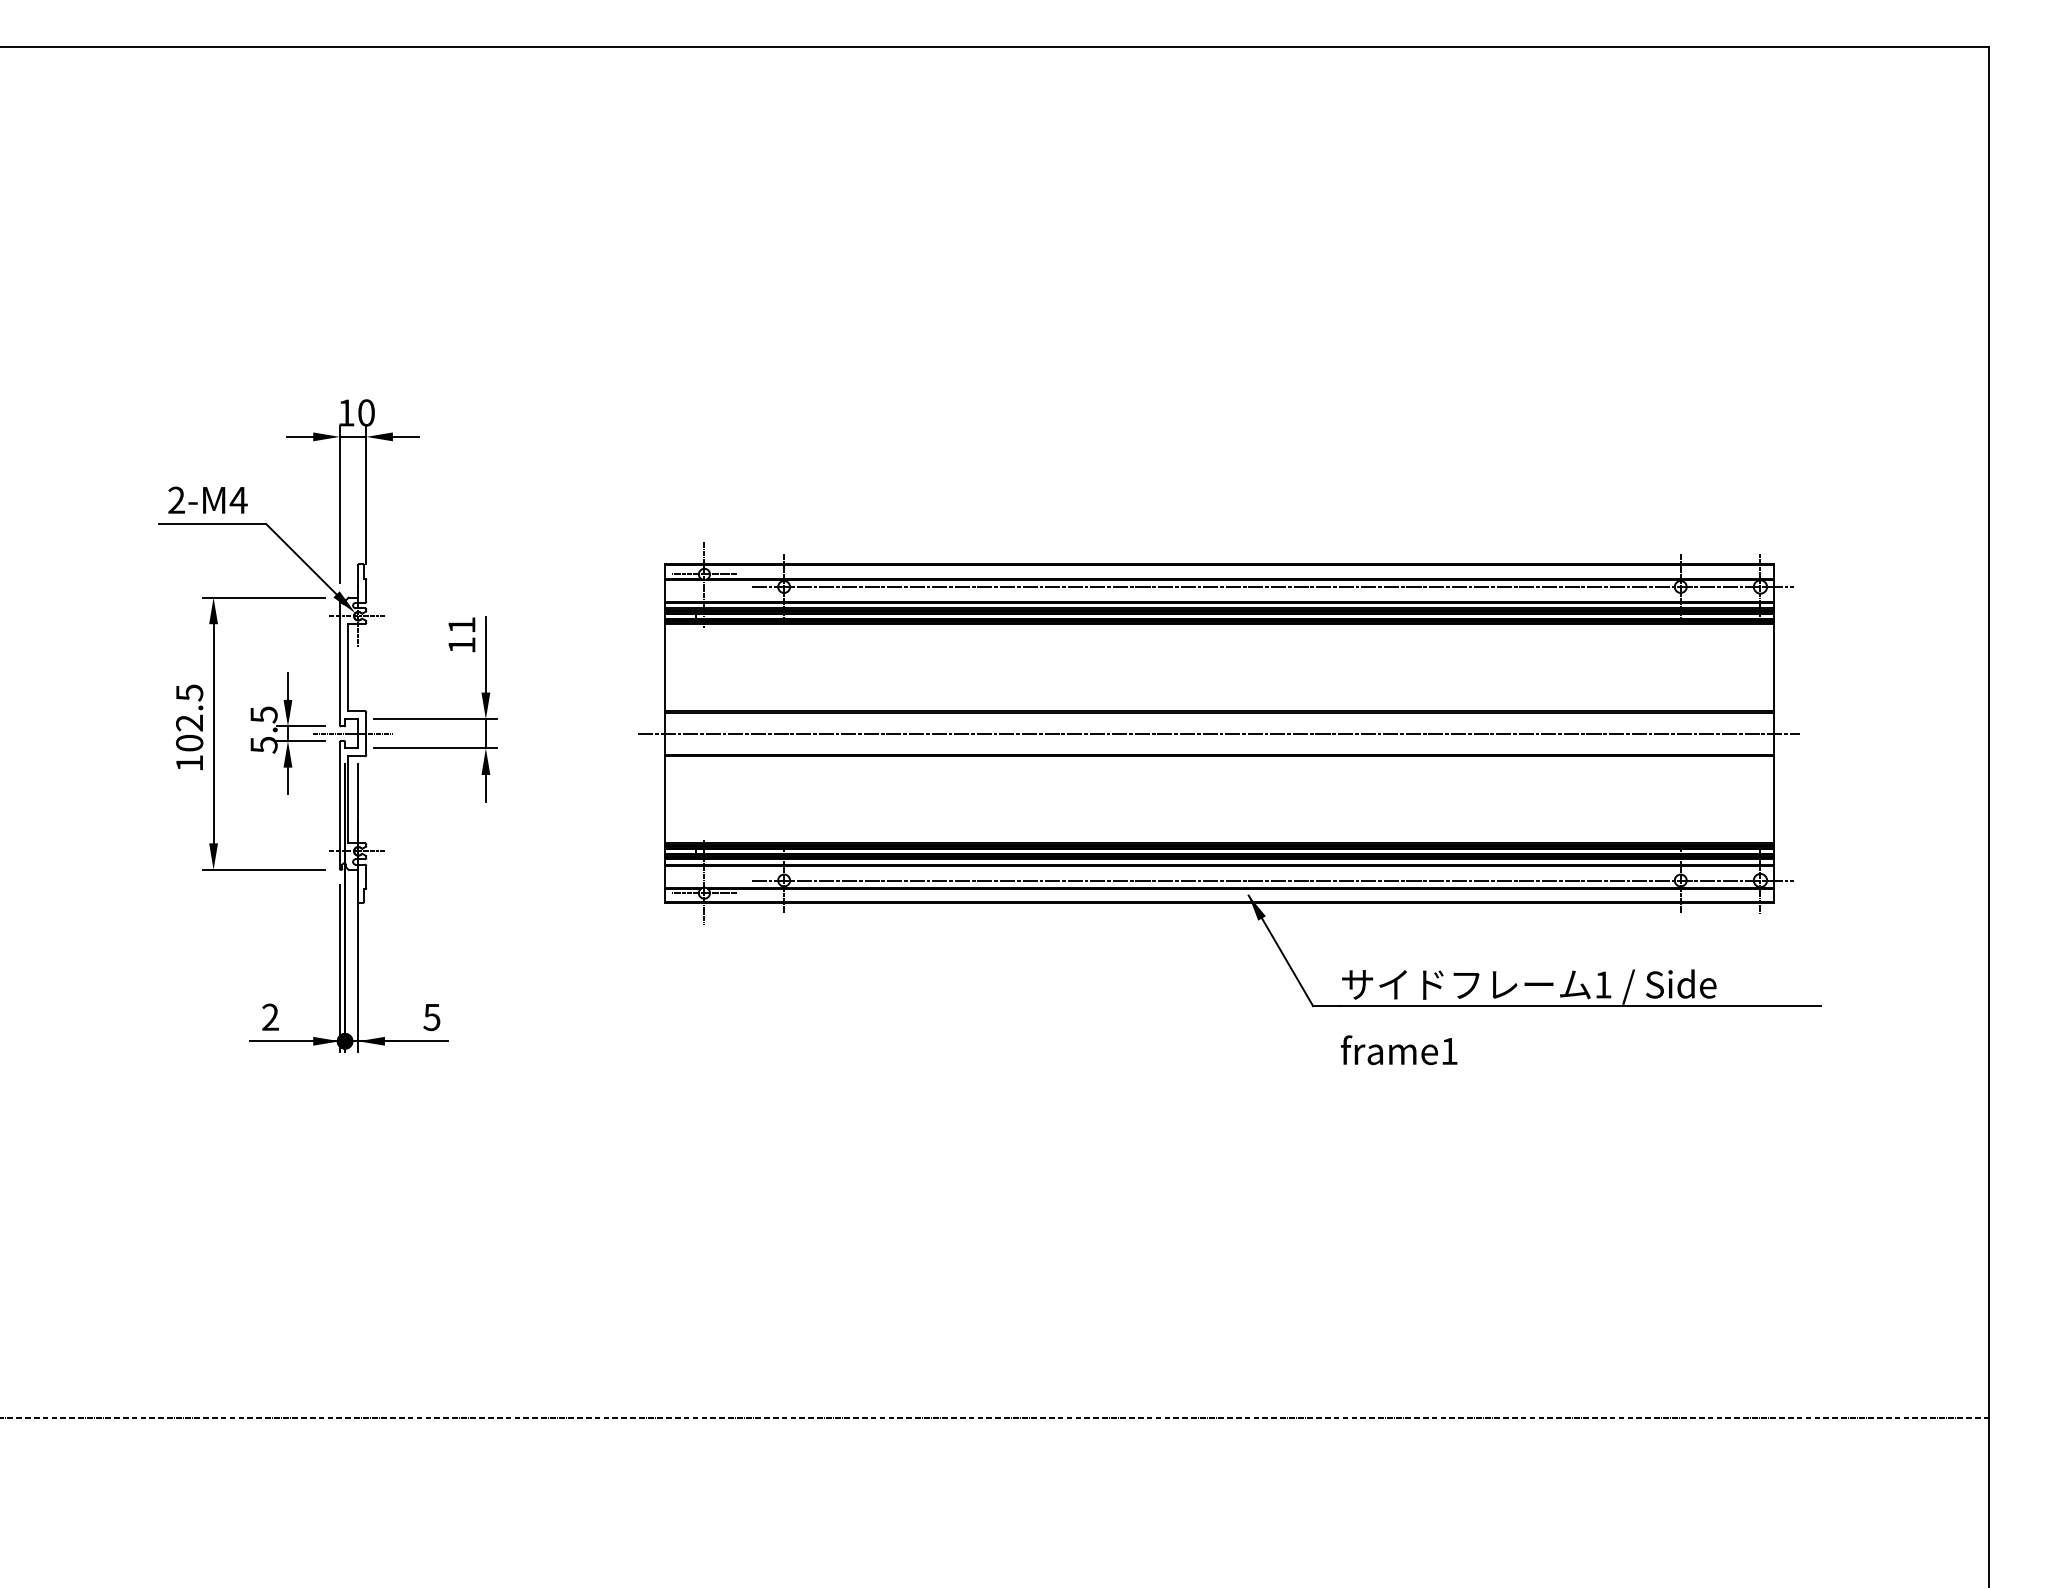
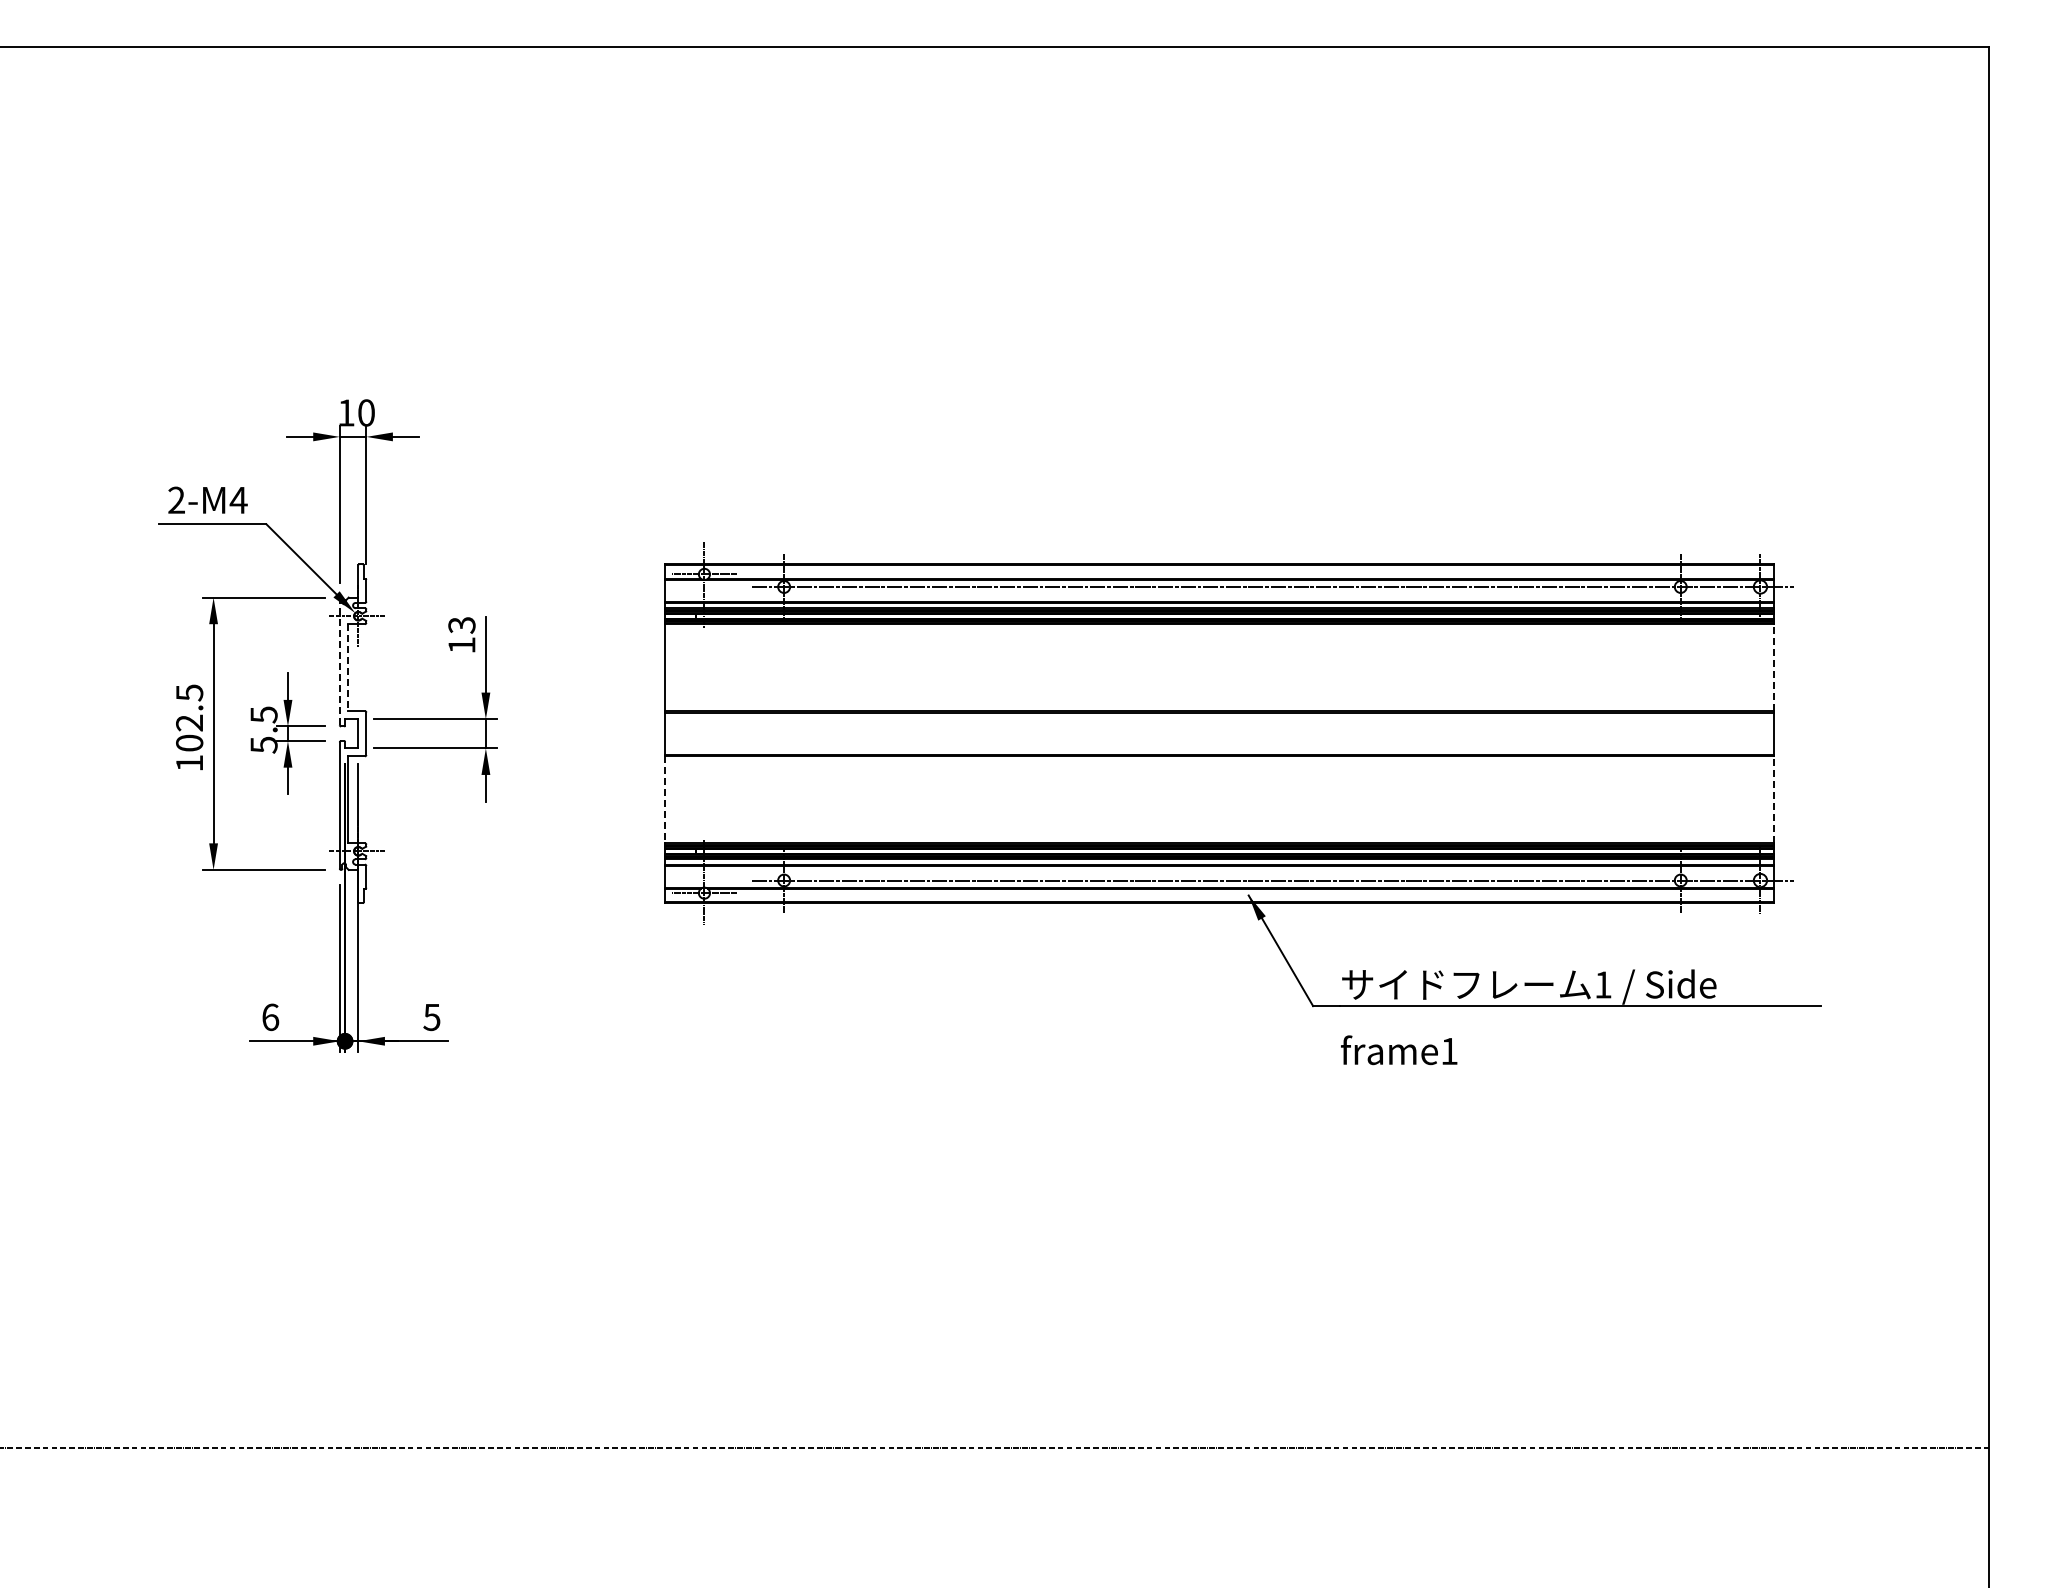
text at (461, 625): 11 -> 13
line at (339, 661): solid -> dashed
line at (347, 667): solid -> dashed
line at (1773, 667): solid -> dashed
line at (352, 733): present -> none
line at (1219, 733): present -> none
line at (664, 799): solid -> dashed
line at (1773, 799): solid -> dashed
text at (270, 1017): 2 -> 6
line at (995, 1417) position: (995, 1417) -> (995, 1447)
